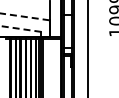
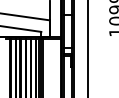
line at (25, 16): dashed -> solid
line at (20, 28): dashed -> solid
